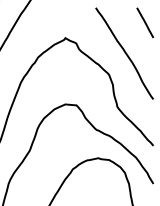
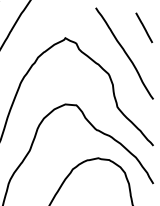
line at (145, 22) position: (145, 22) -> (144, 27)
